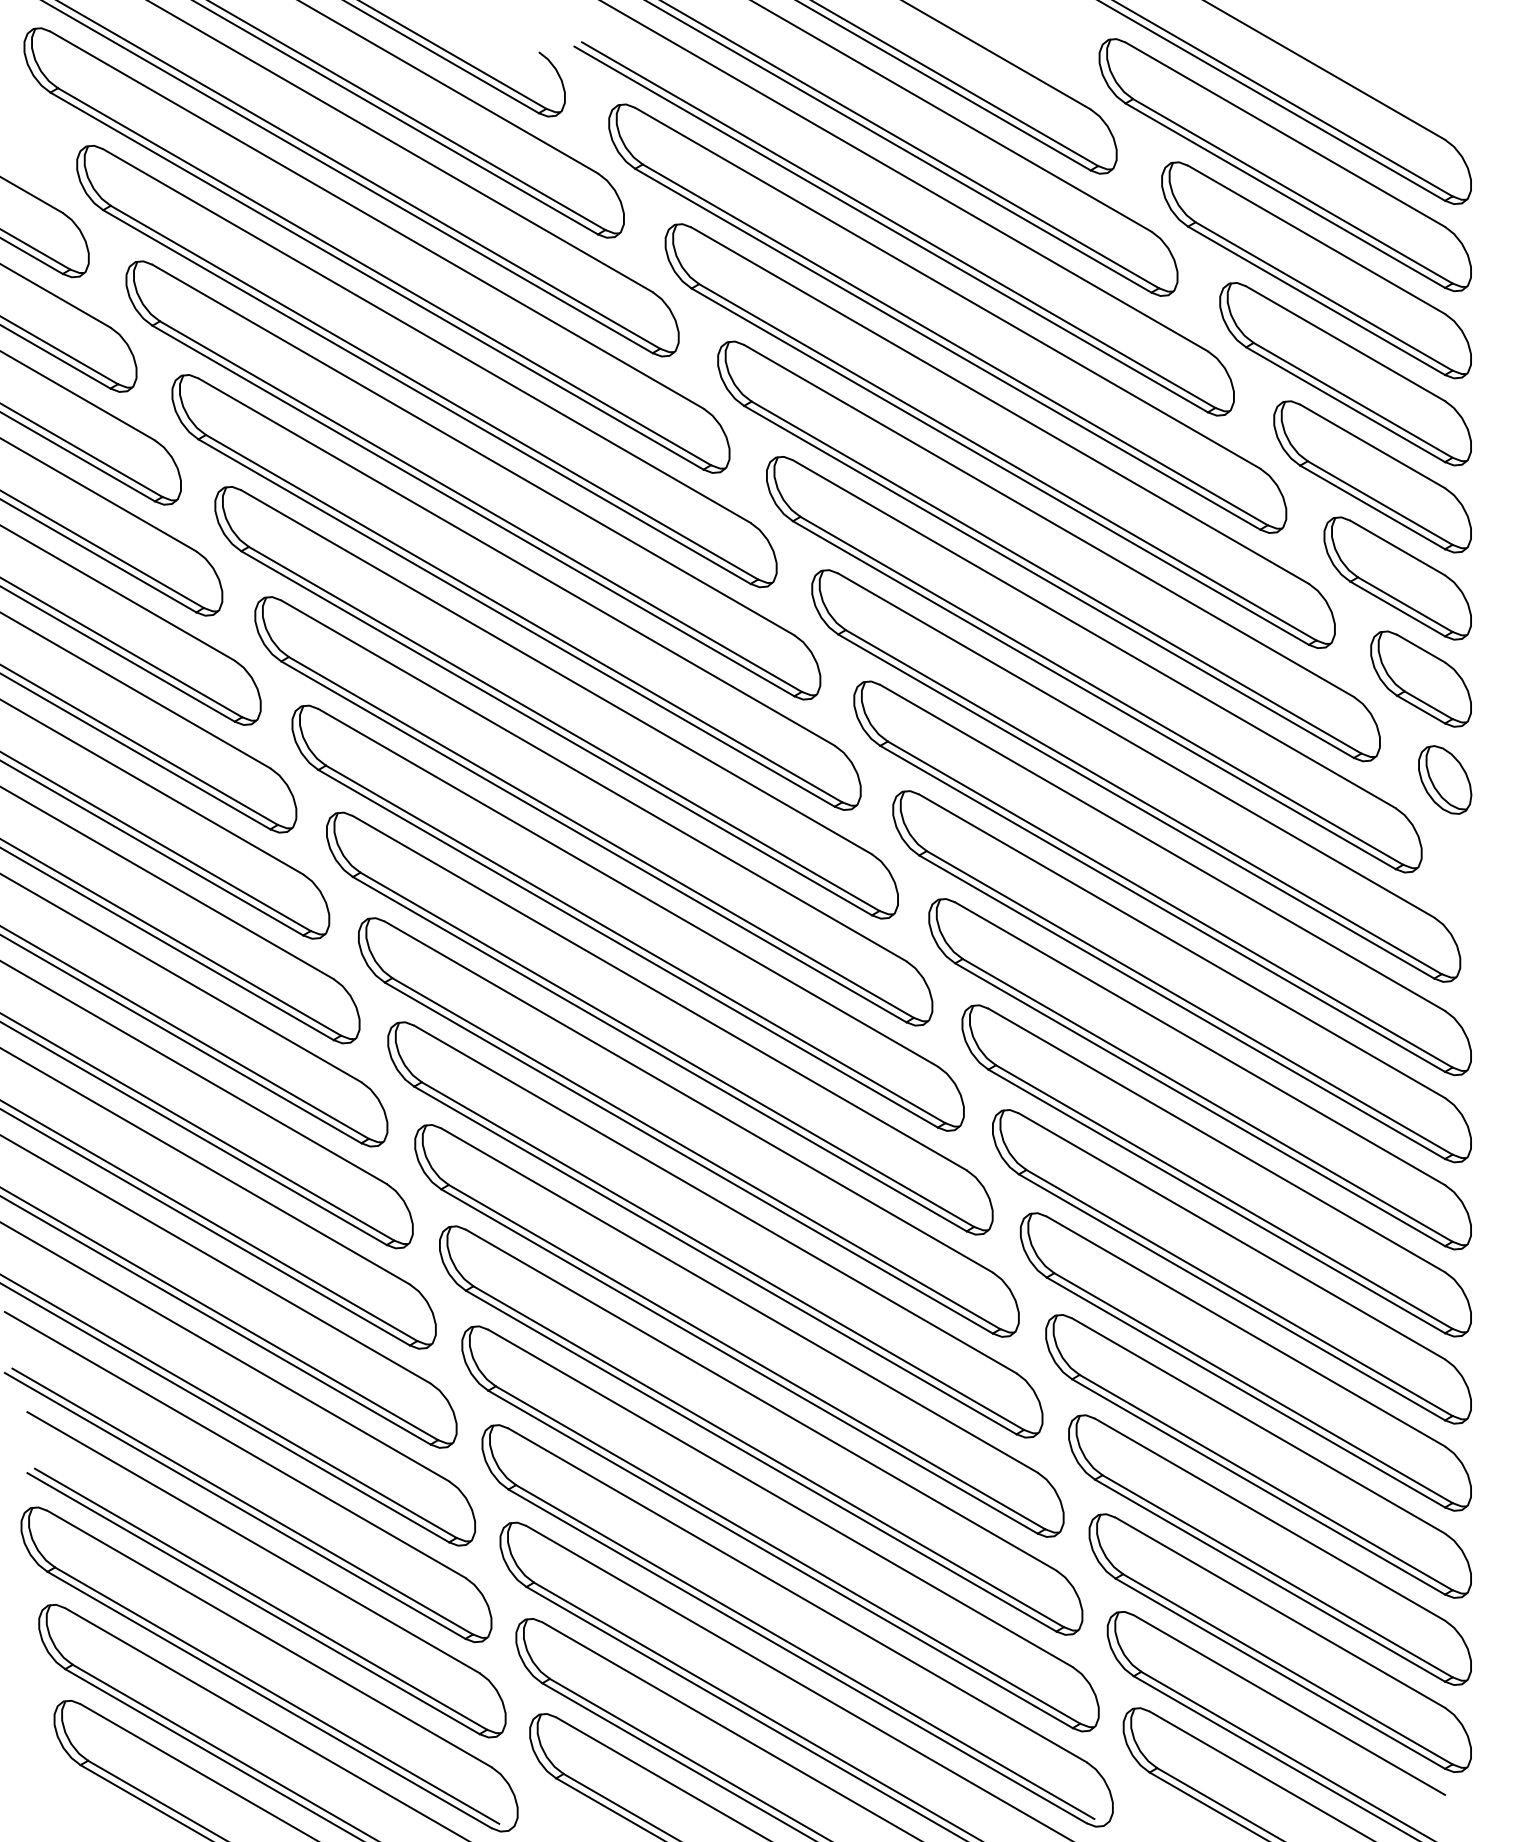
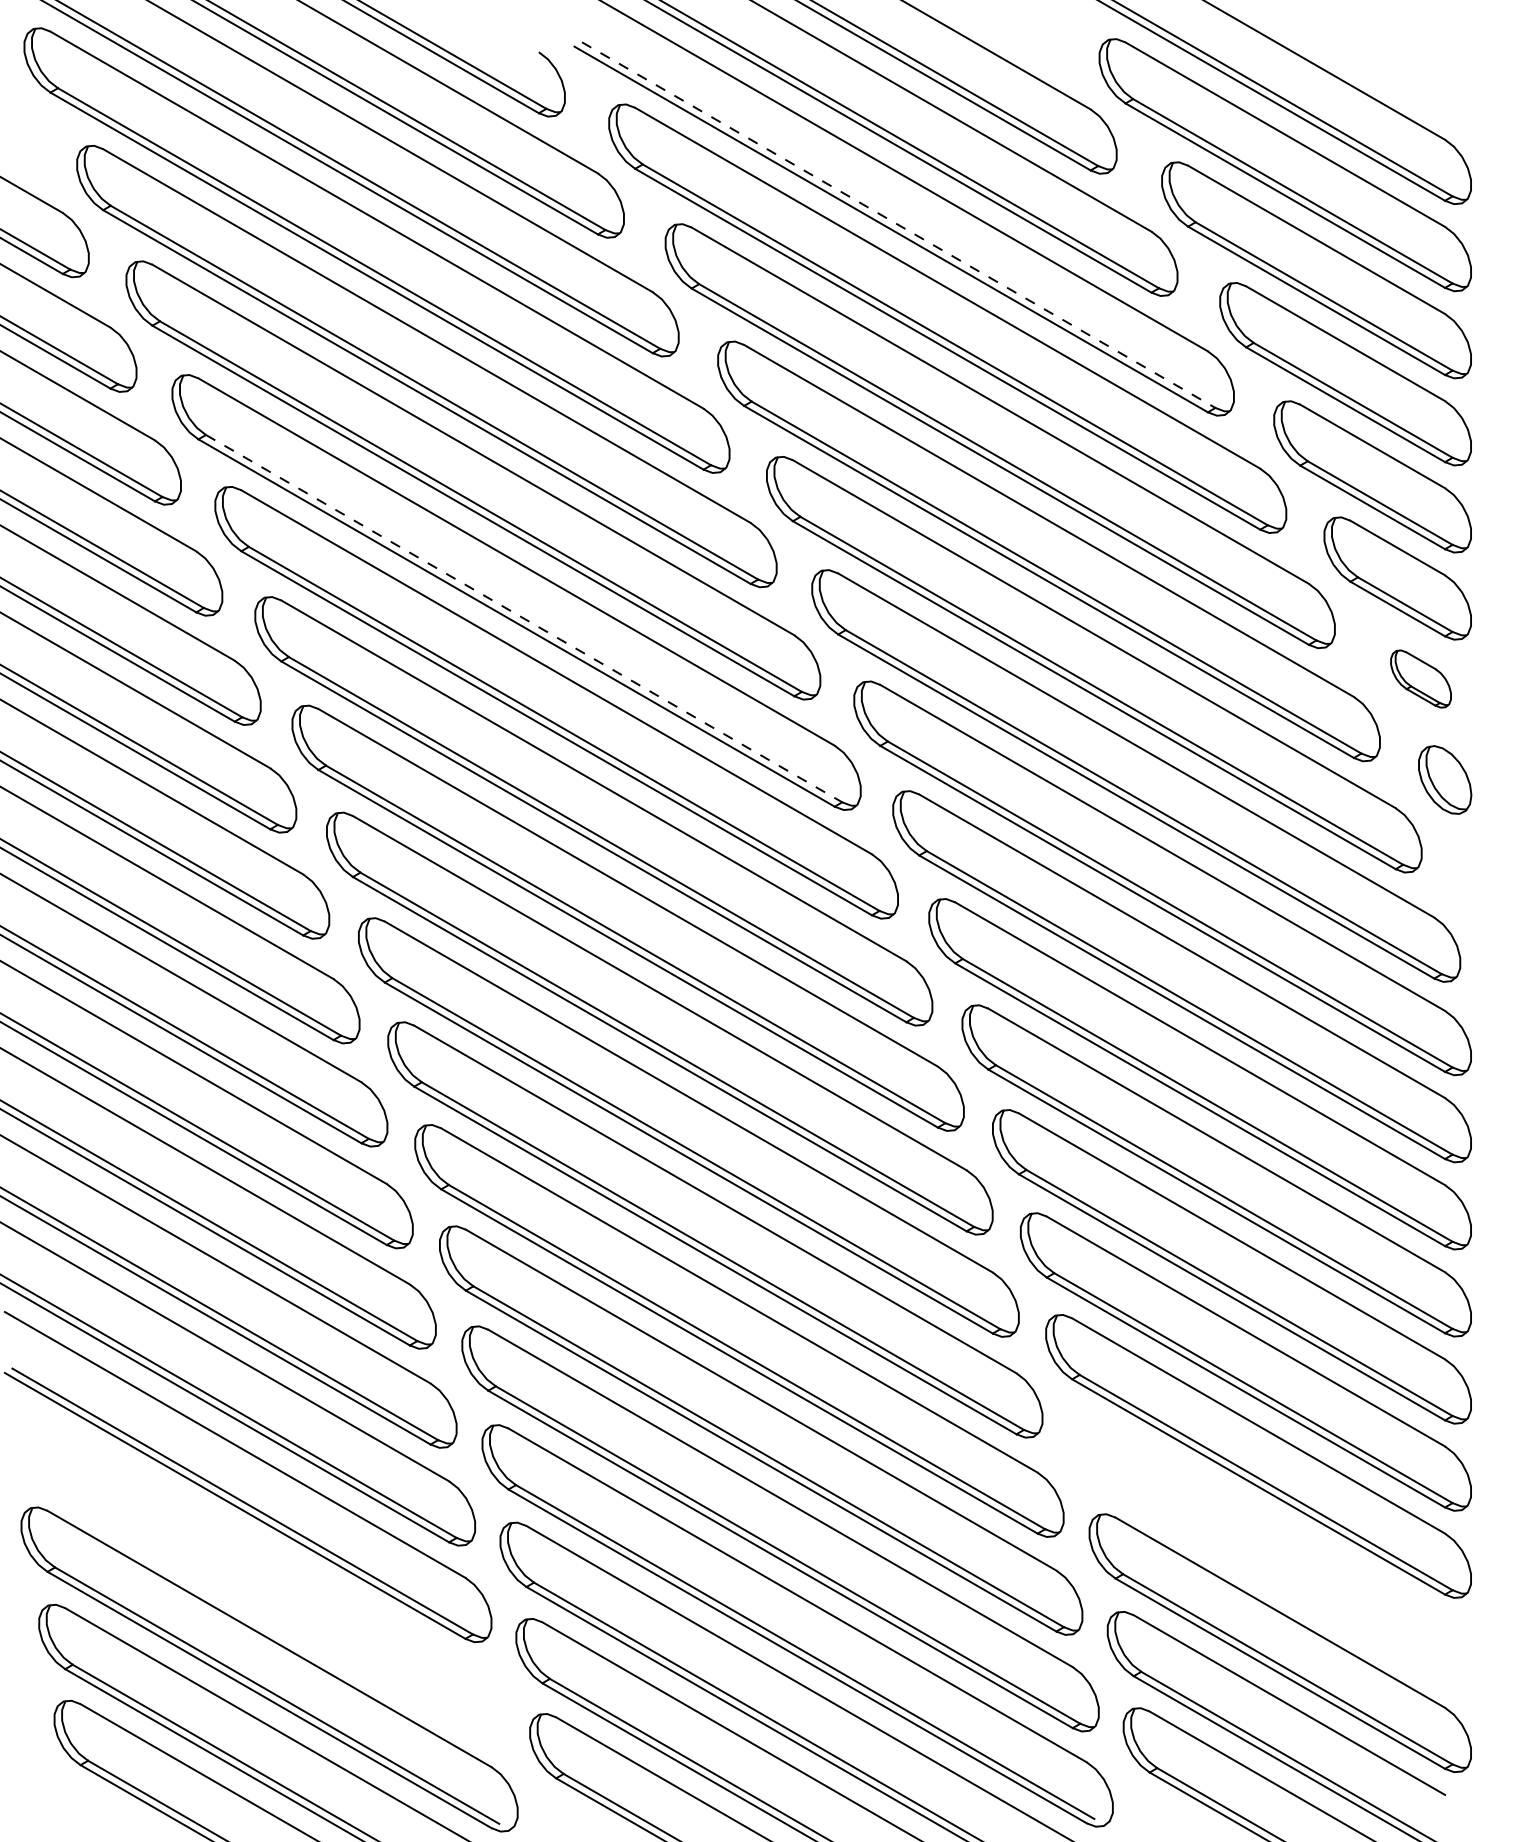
line at (898, 225): solid -> dashed
line at (524, 618): solid -> dashed
part at (1420, 678) size: 102x98 px -> 62x60 px
part at (1269, 1549): present -> none
part at (278, 1558): present -> none
